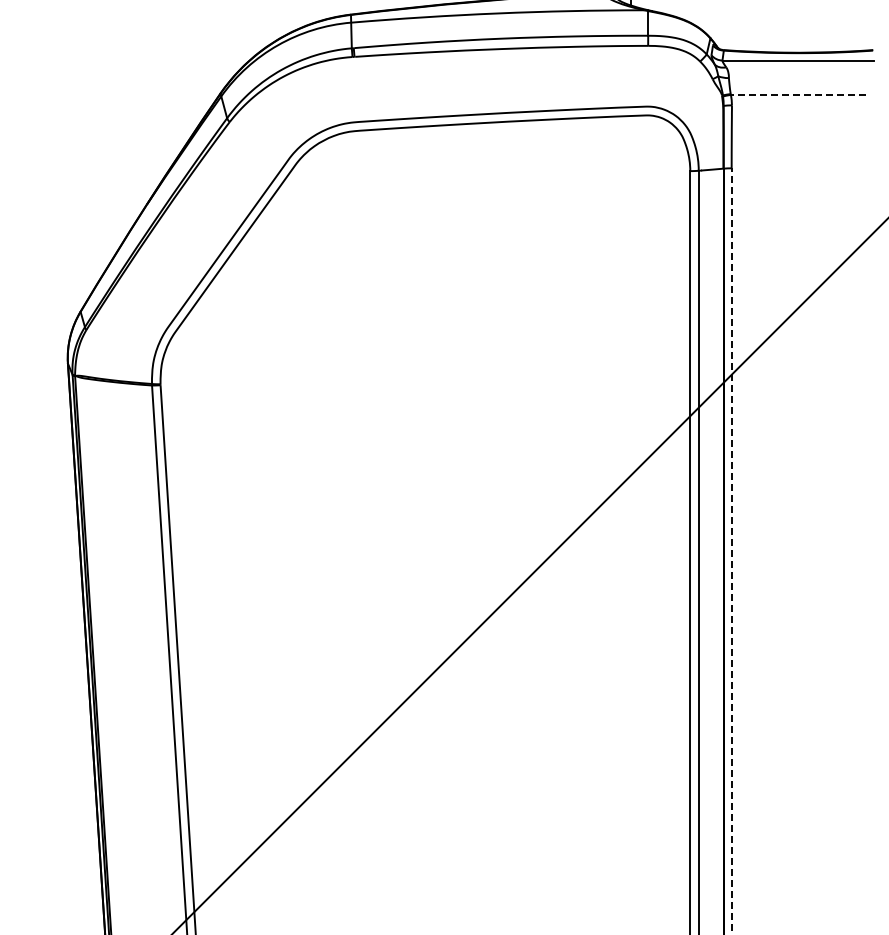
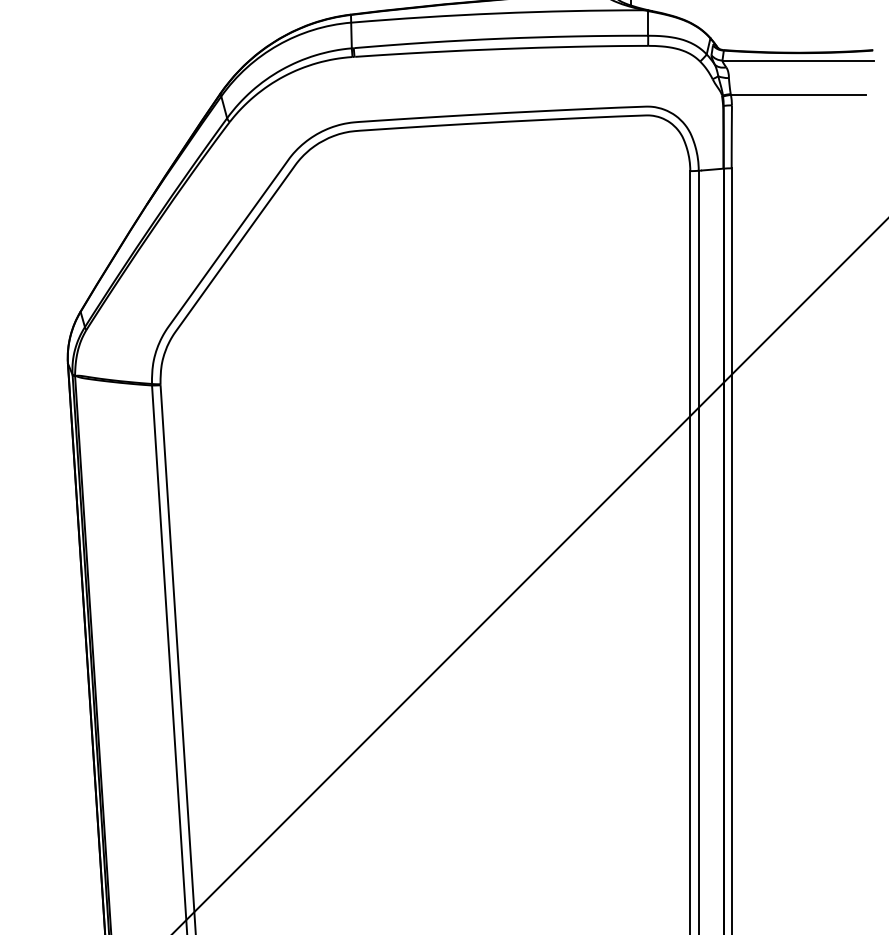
line at (798, 94): dashed -> solid
line at (731, 551): dashed -> solid
